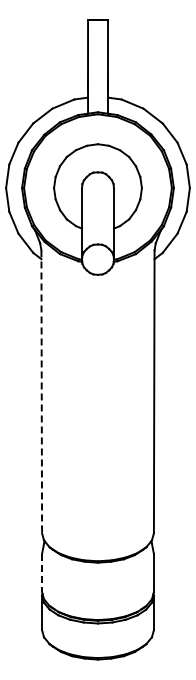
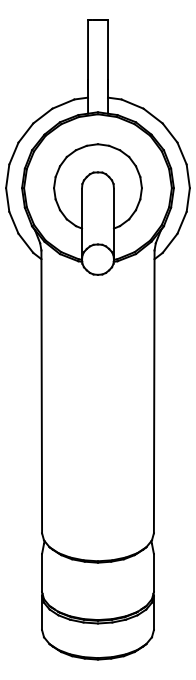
line at (41, 392): dashed -> solid
line at (42, 573): dashed -> solid
